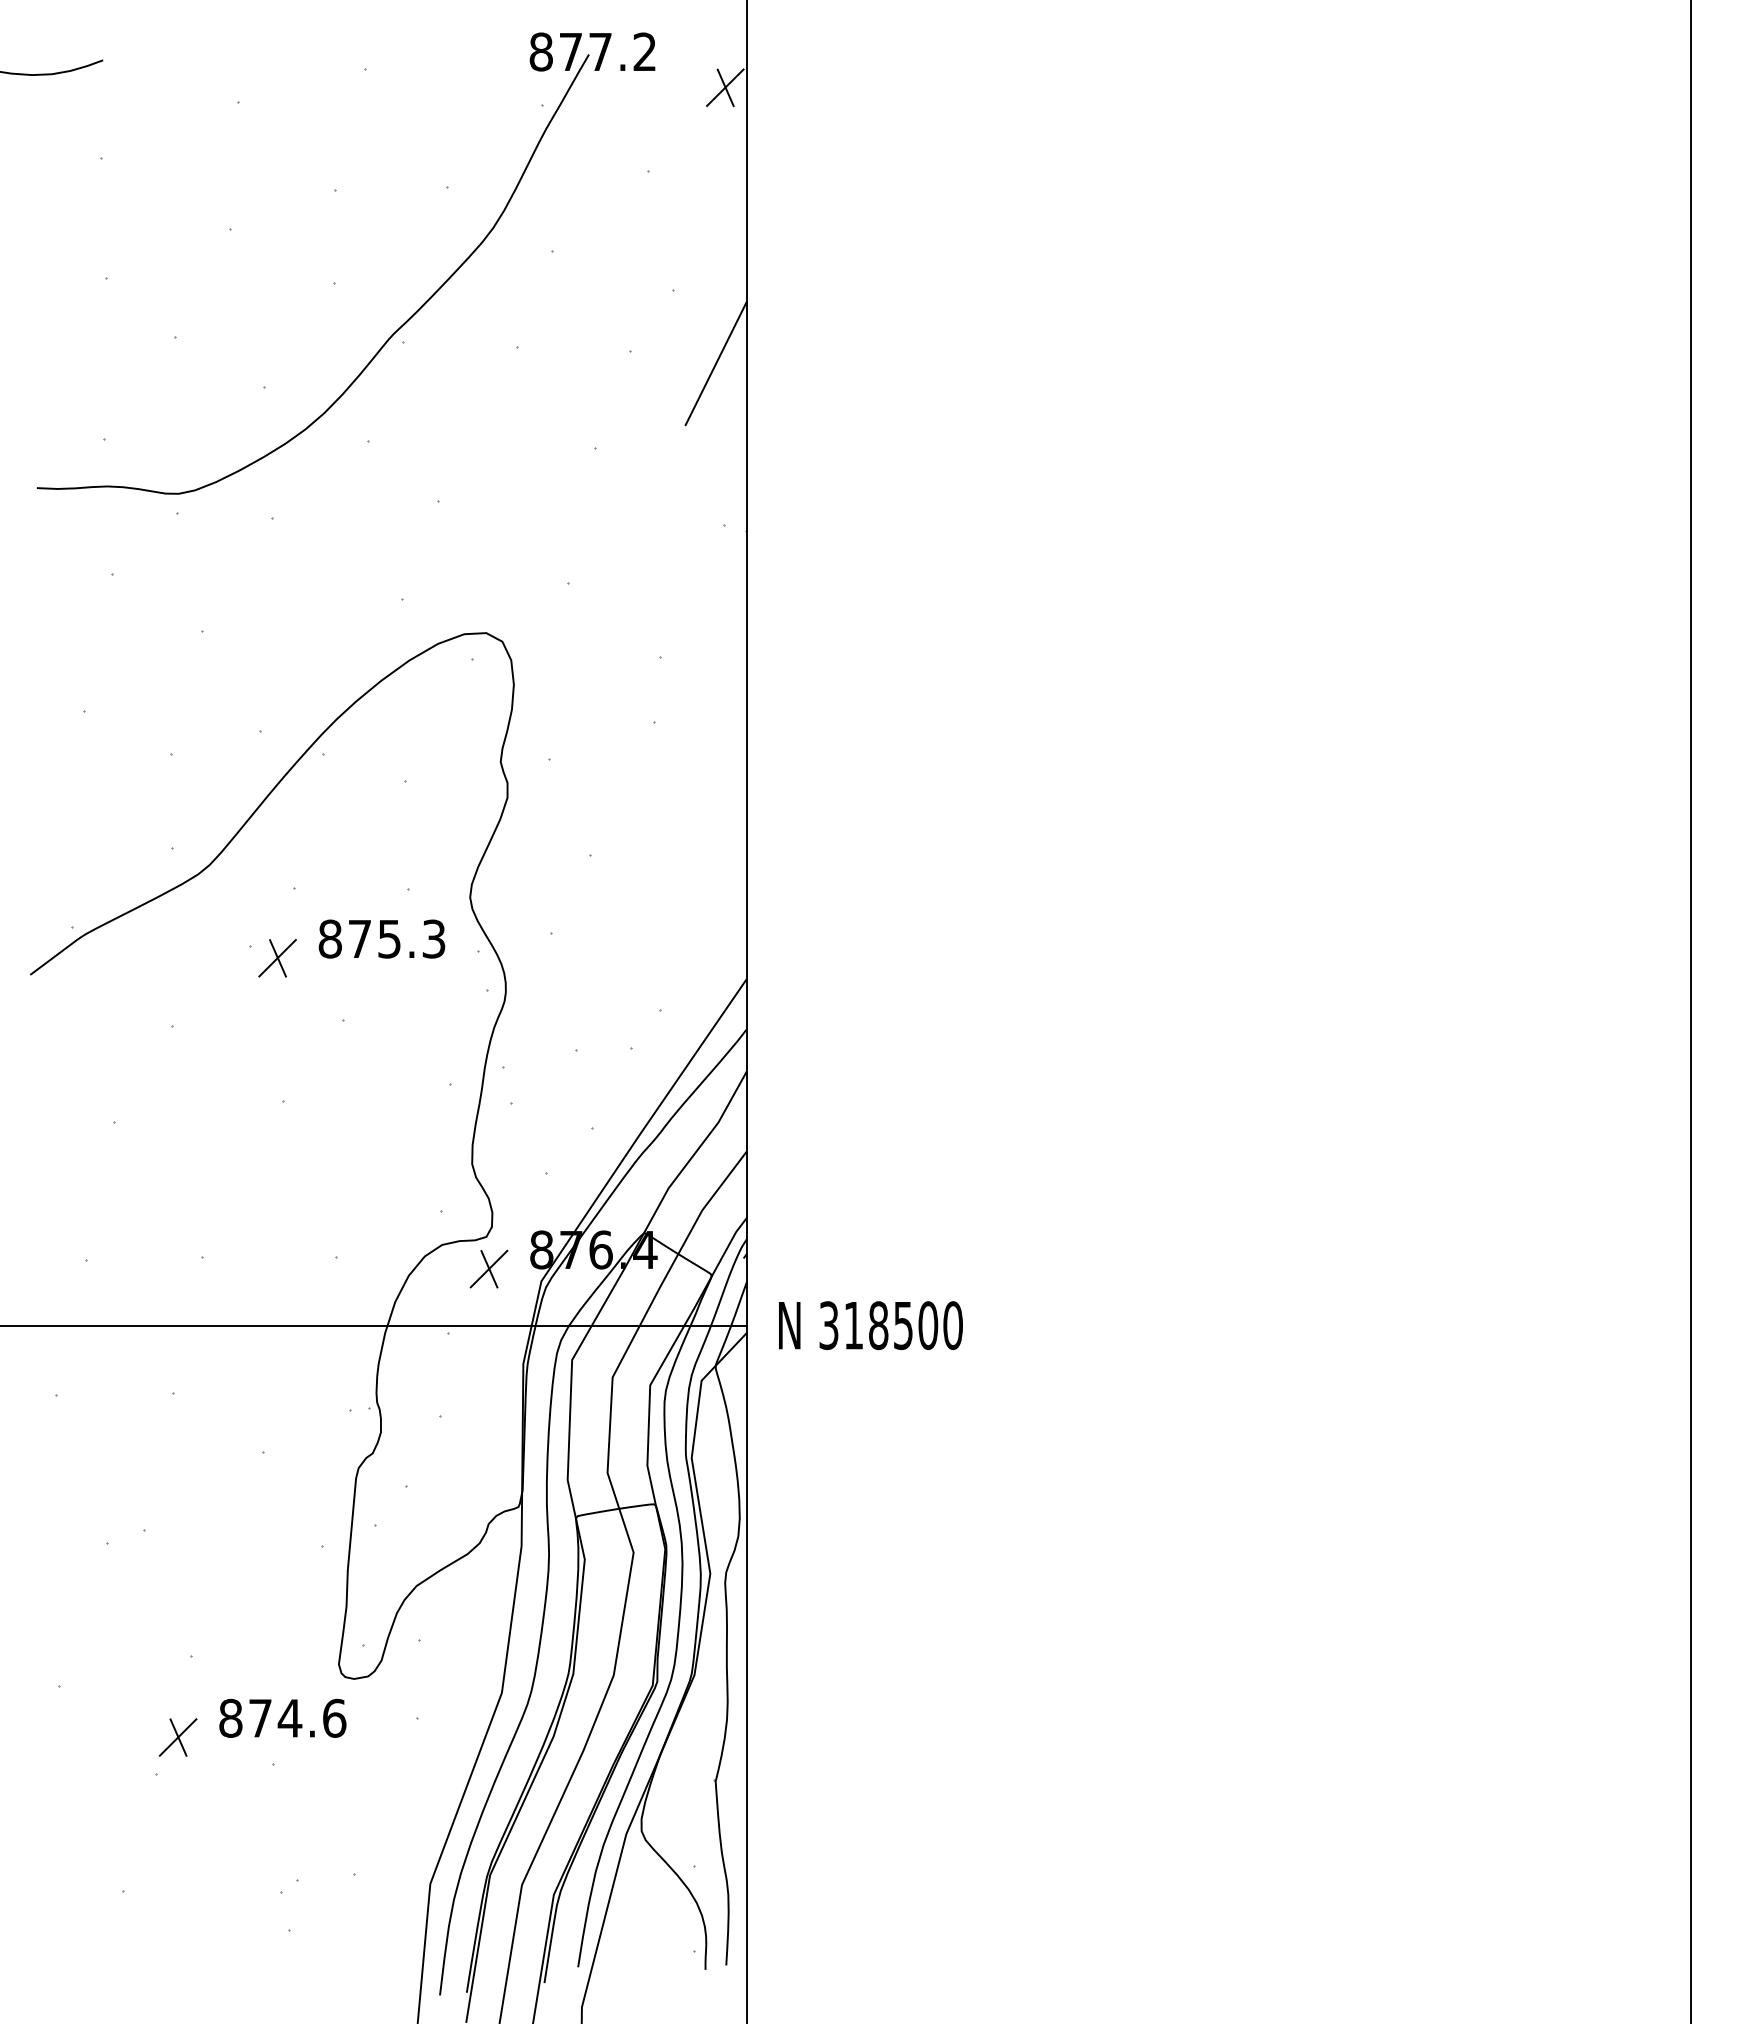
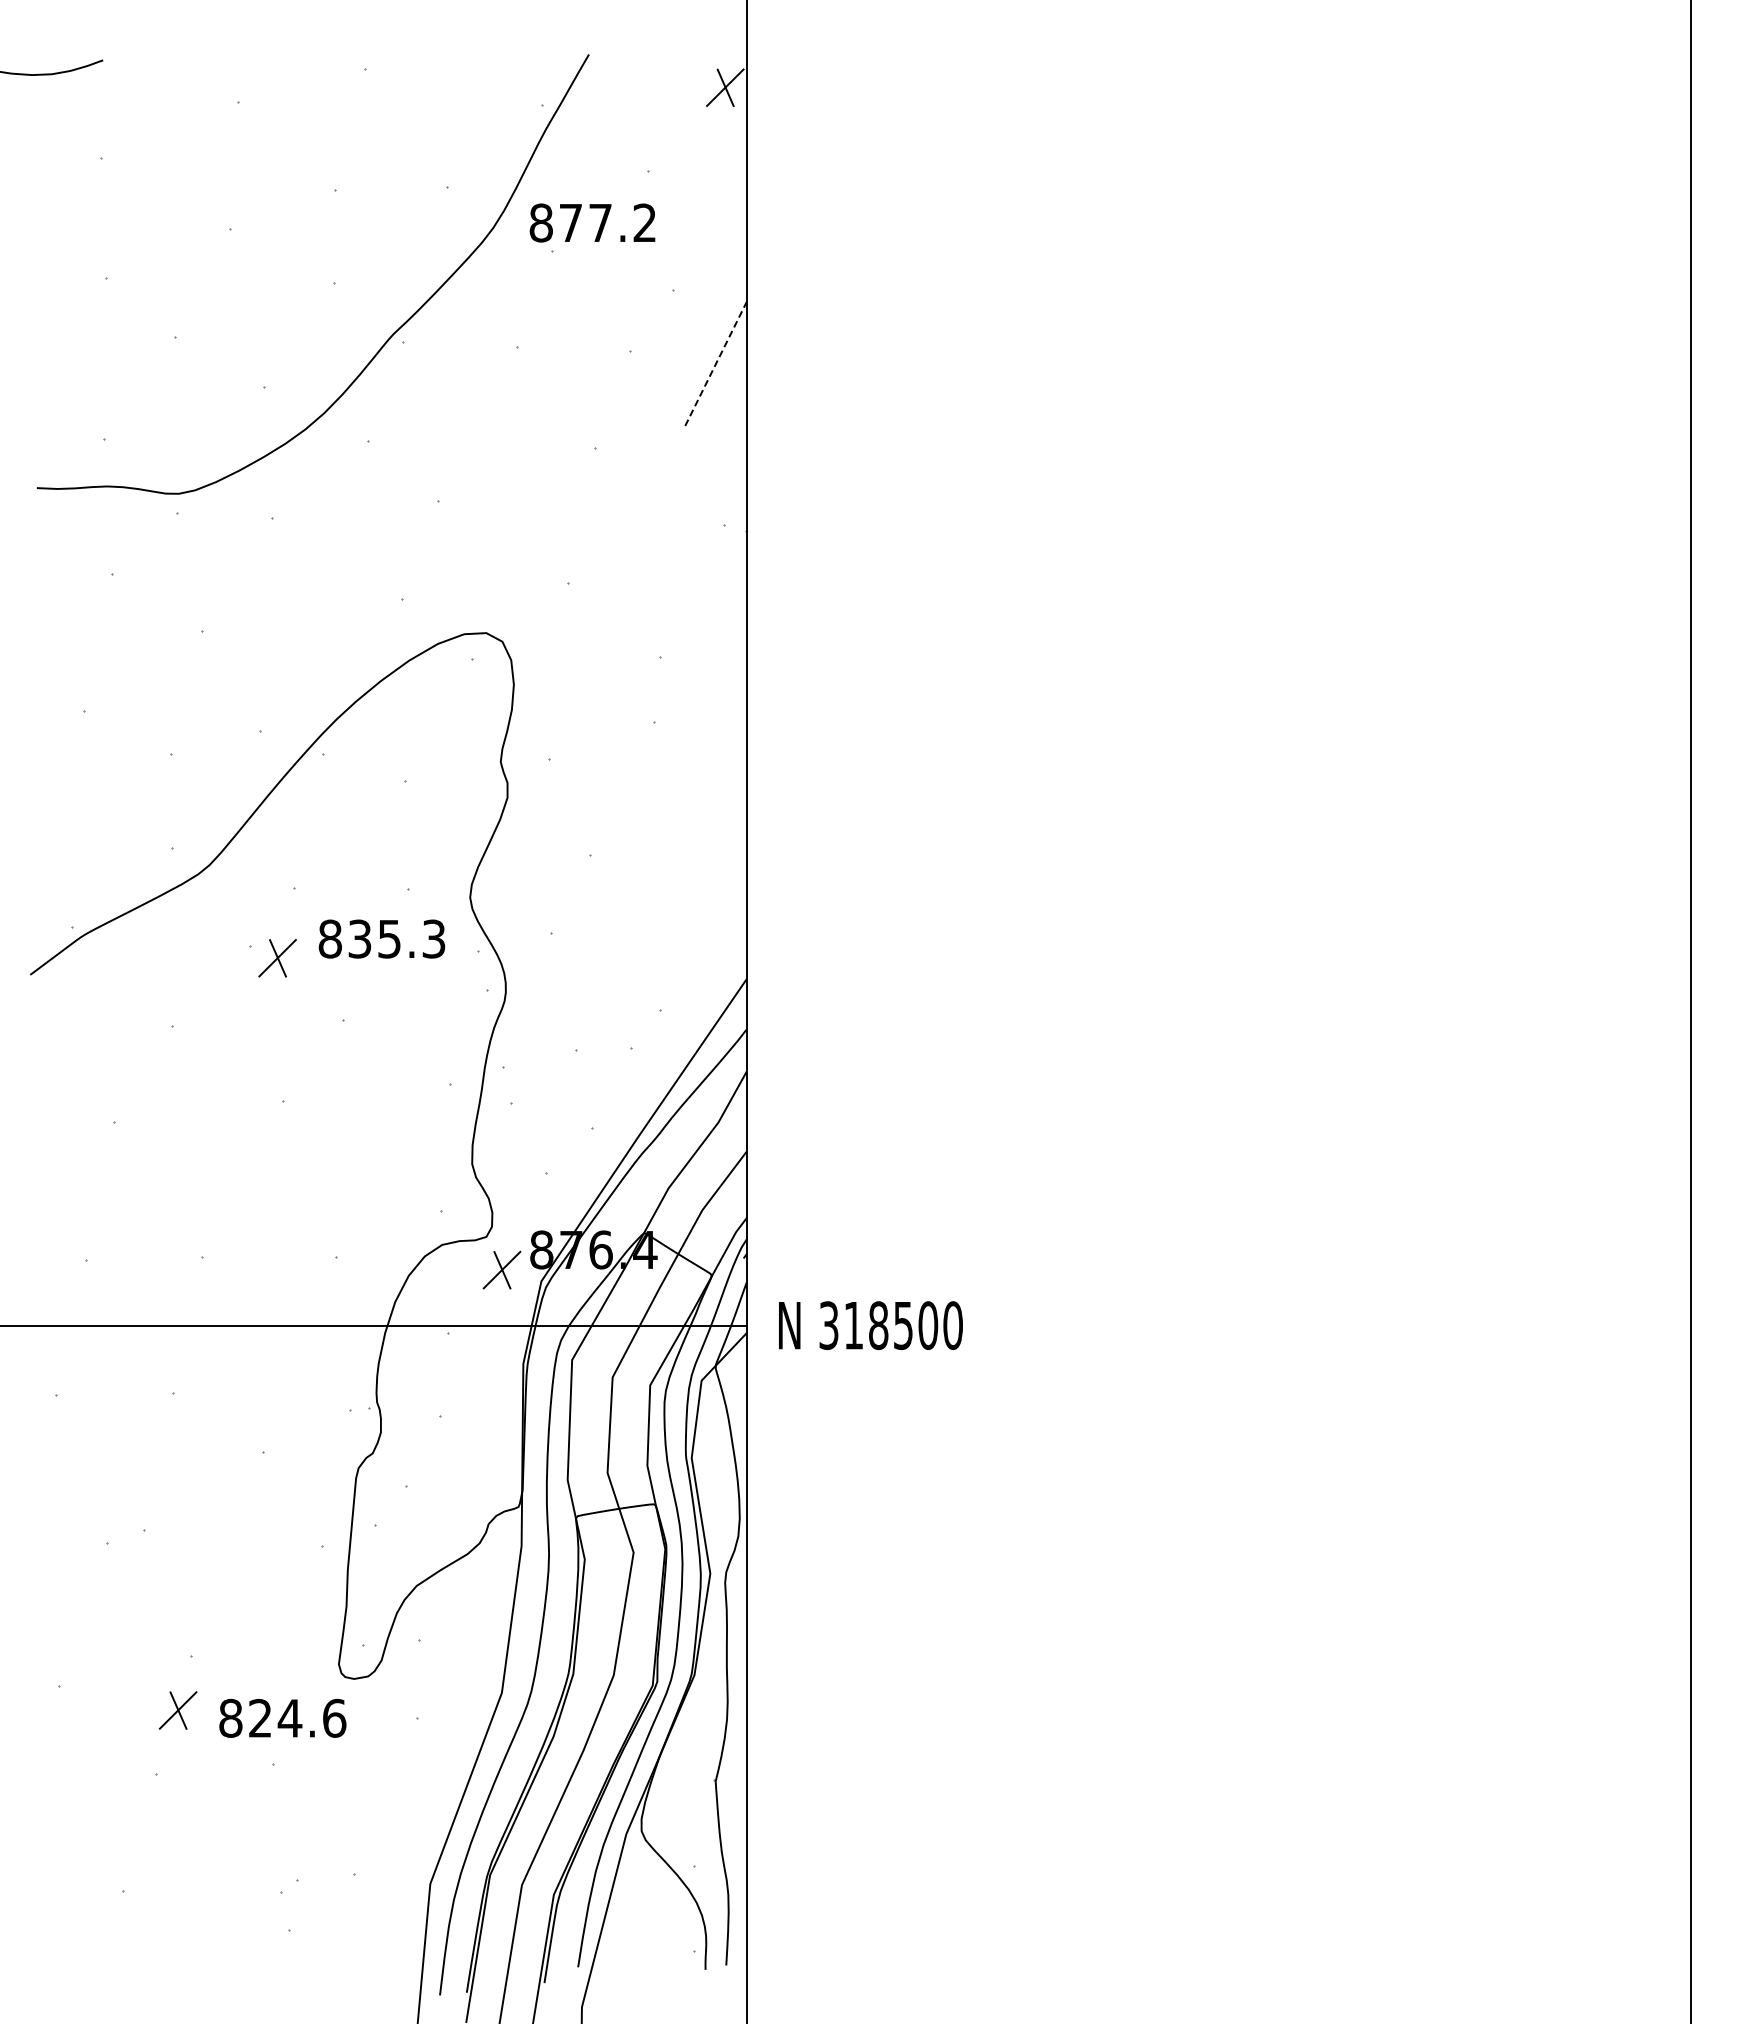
text at (592, 51) position: (592, 51) -> (592, 222)
line at (716, 363): solid -> dashed
text at (359, 938): 875.3 -> 835.3
part at (488, 1268) position: (488, 1268) -> (501, 1269)
text at (260, 1717): 874.6 -> 824.6
part at (177, 1737) position: (177, 1737) -> (177, 1710)
